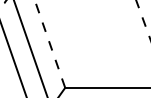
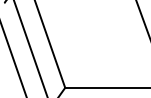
line at (143, 21): dashed -> solid
line at (49, 43): dashed -> solid
